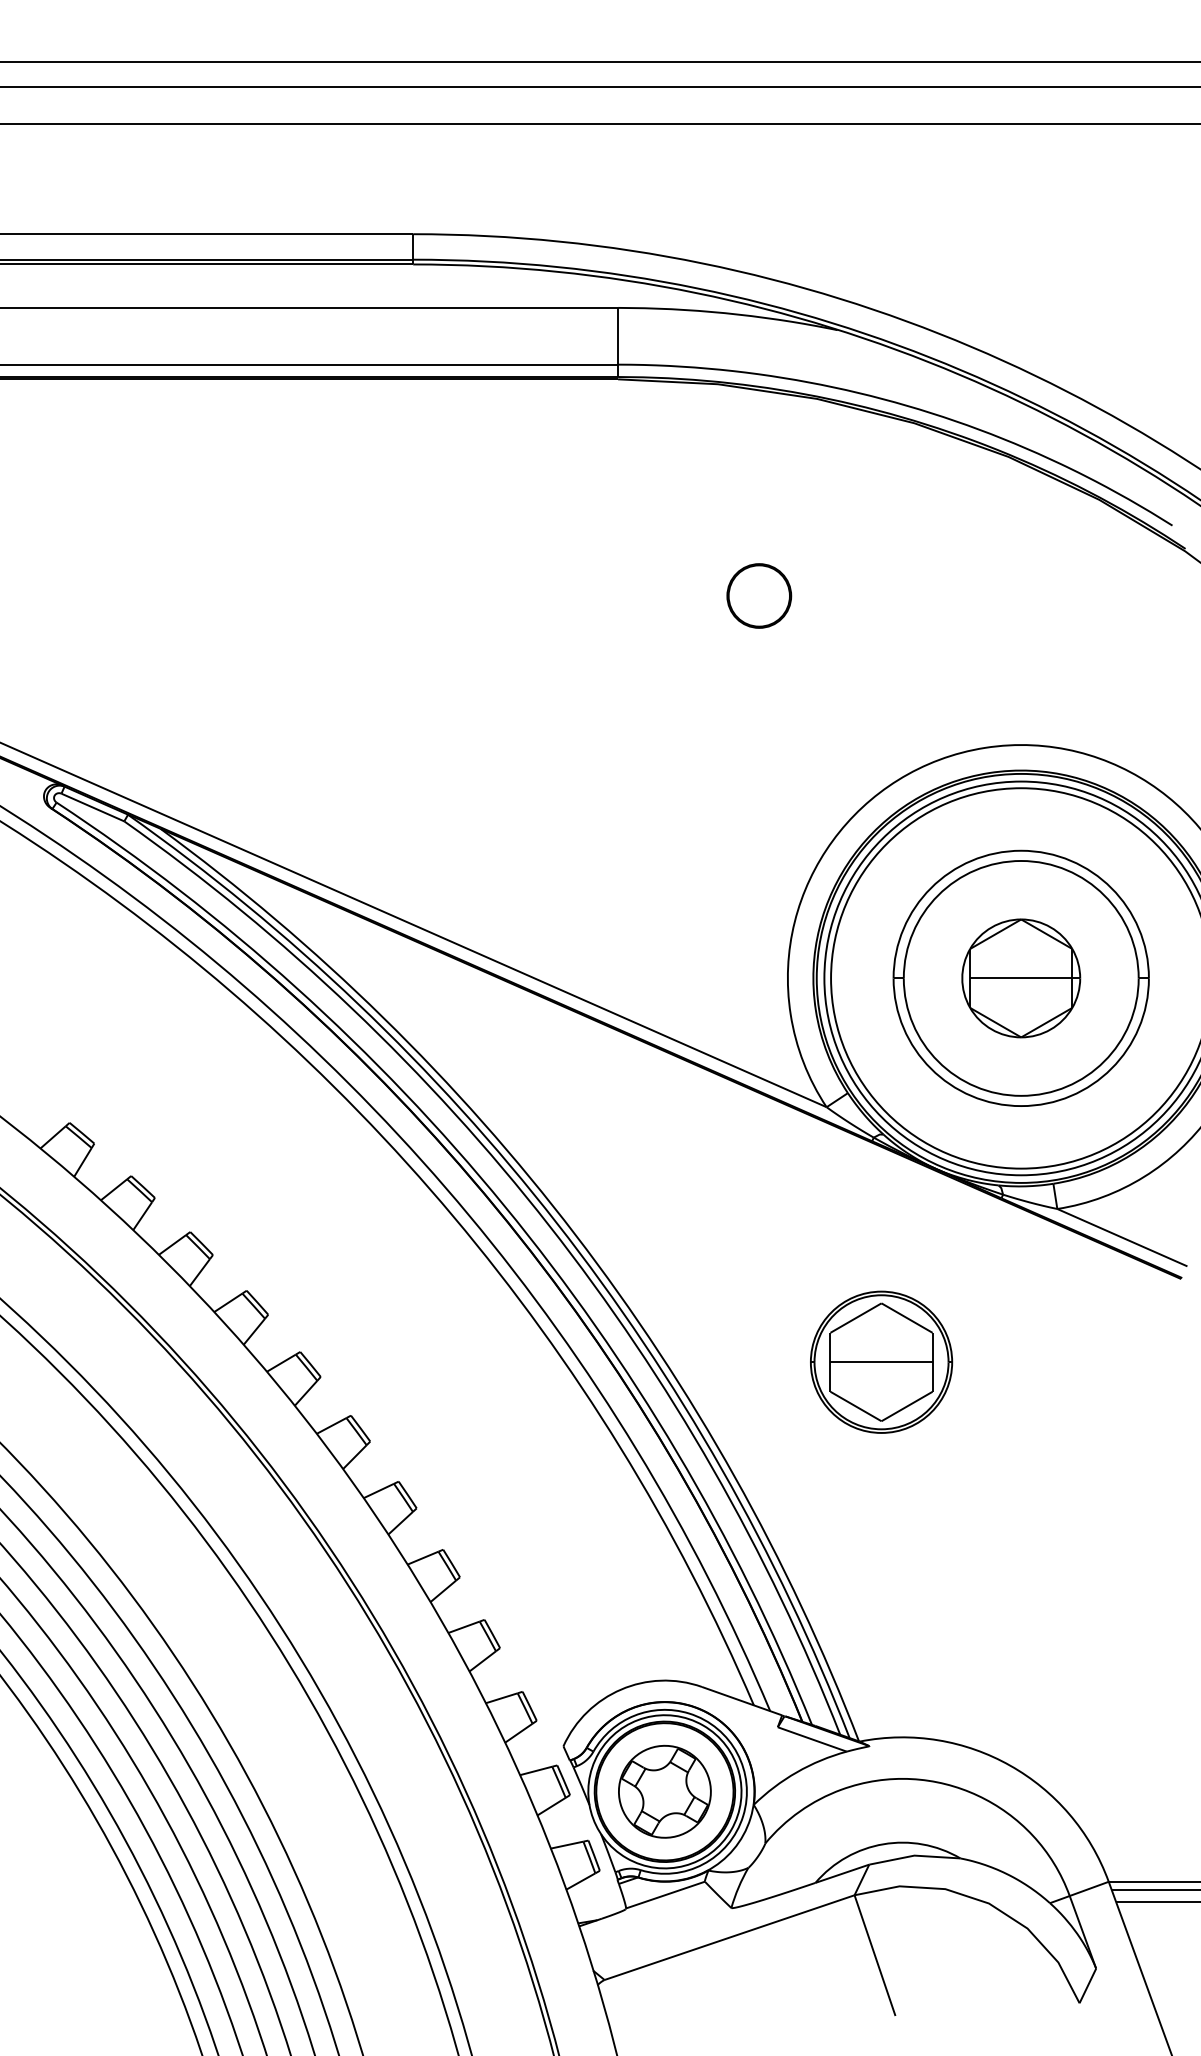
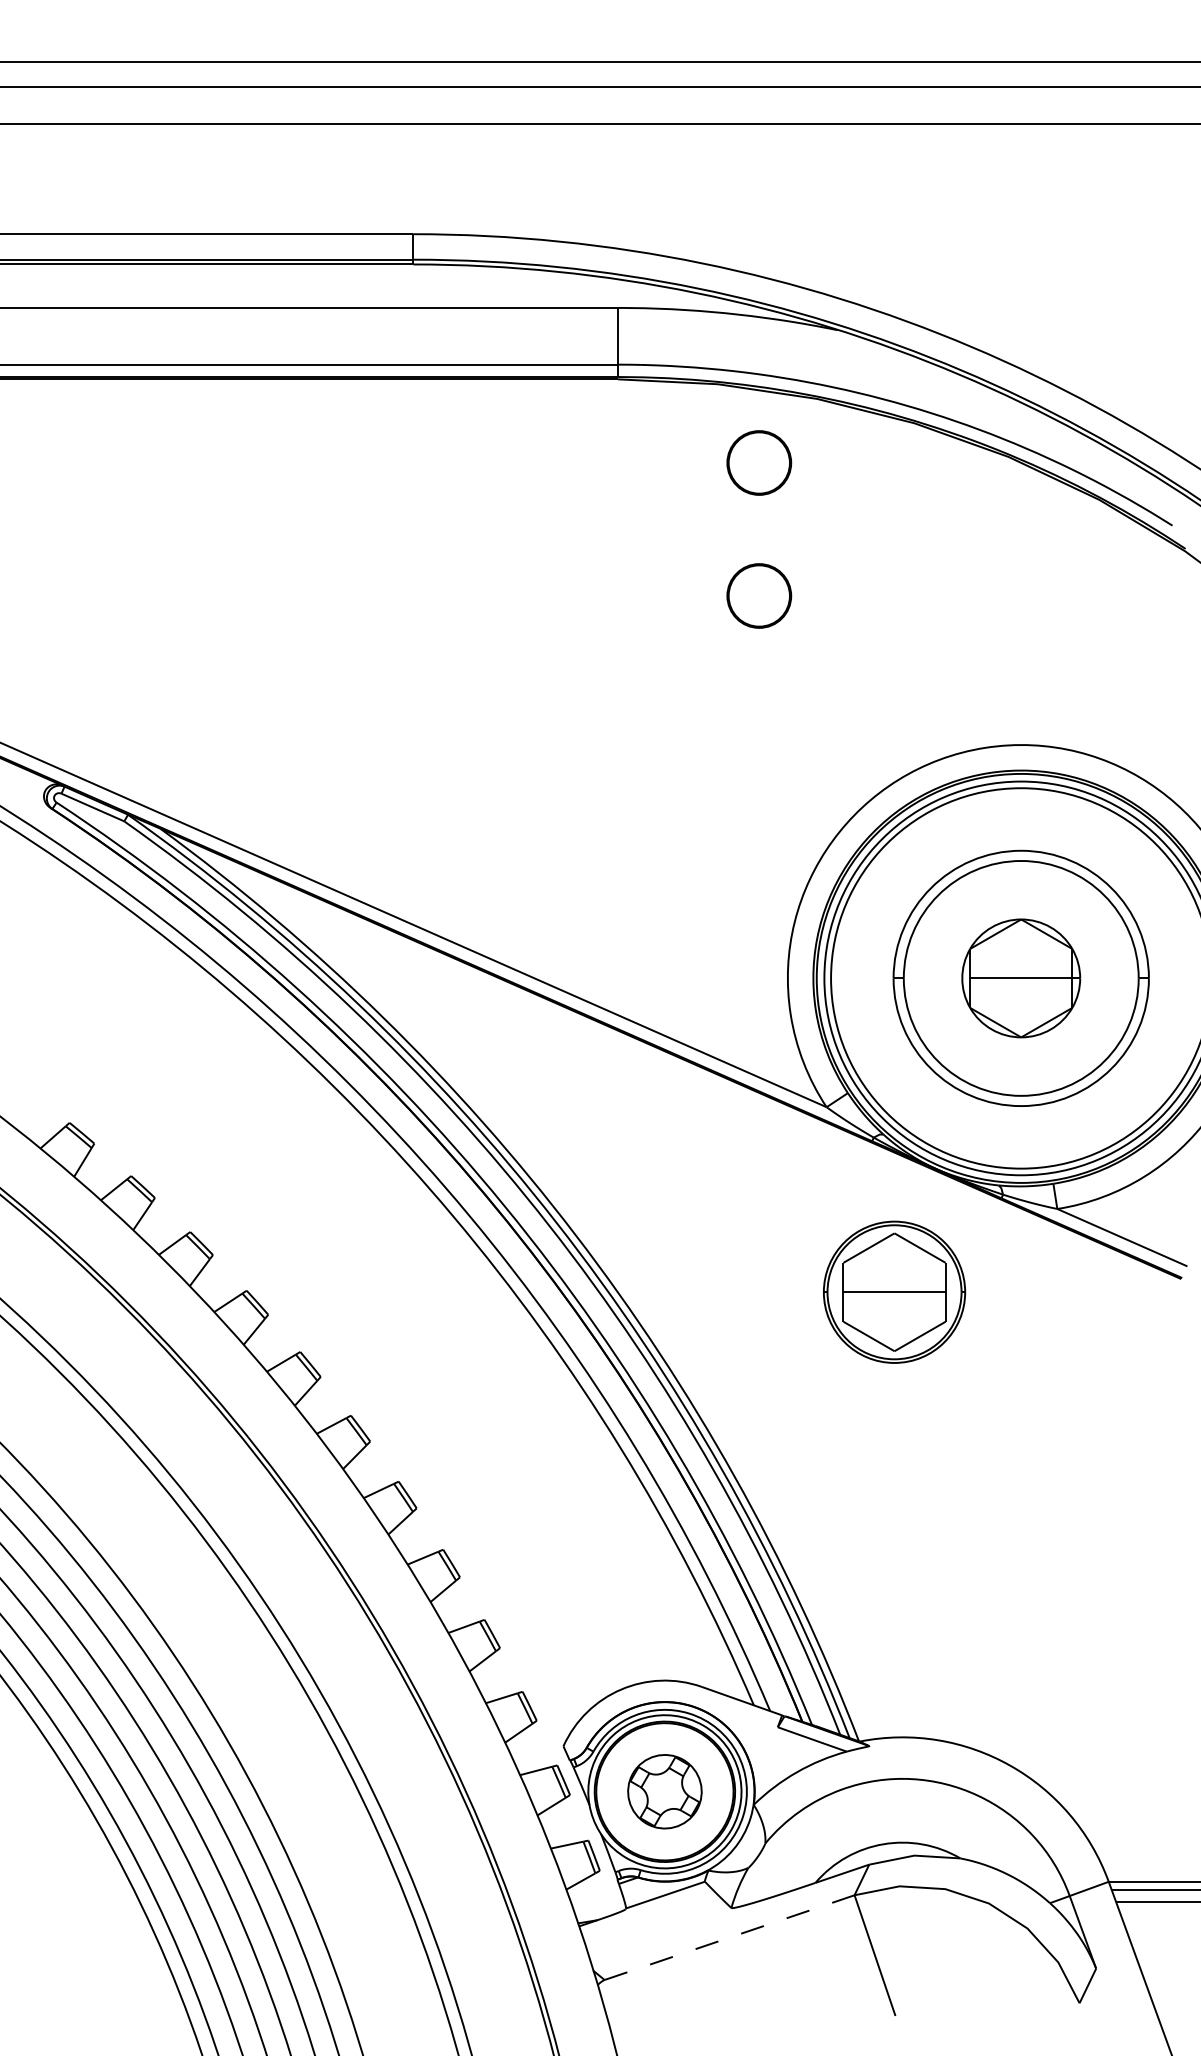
part at (759, 462): none -> present
part at (881, 1361) position: (881, 1361) -> (894, 1291)
part at (664, 1791) size: 94x95 px -> 76x76 px
line at (729, 1937): solid -> dashed
